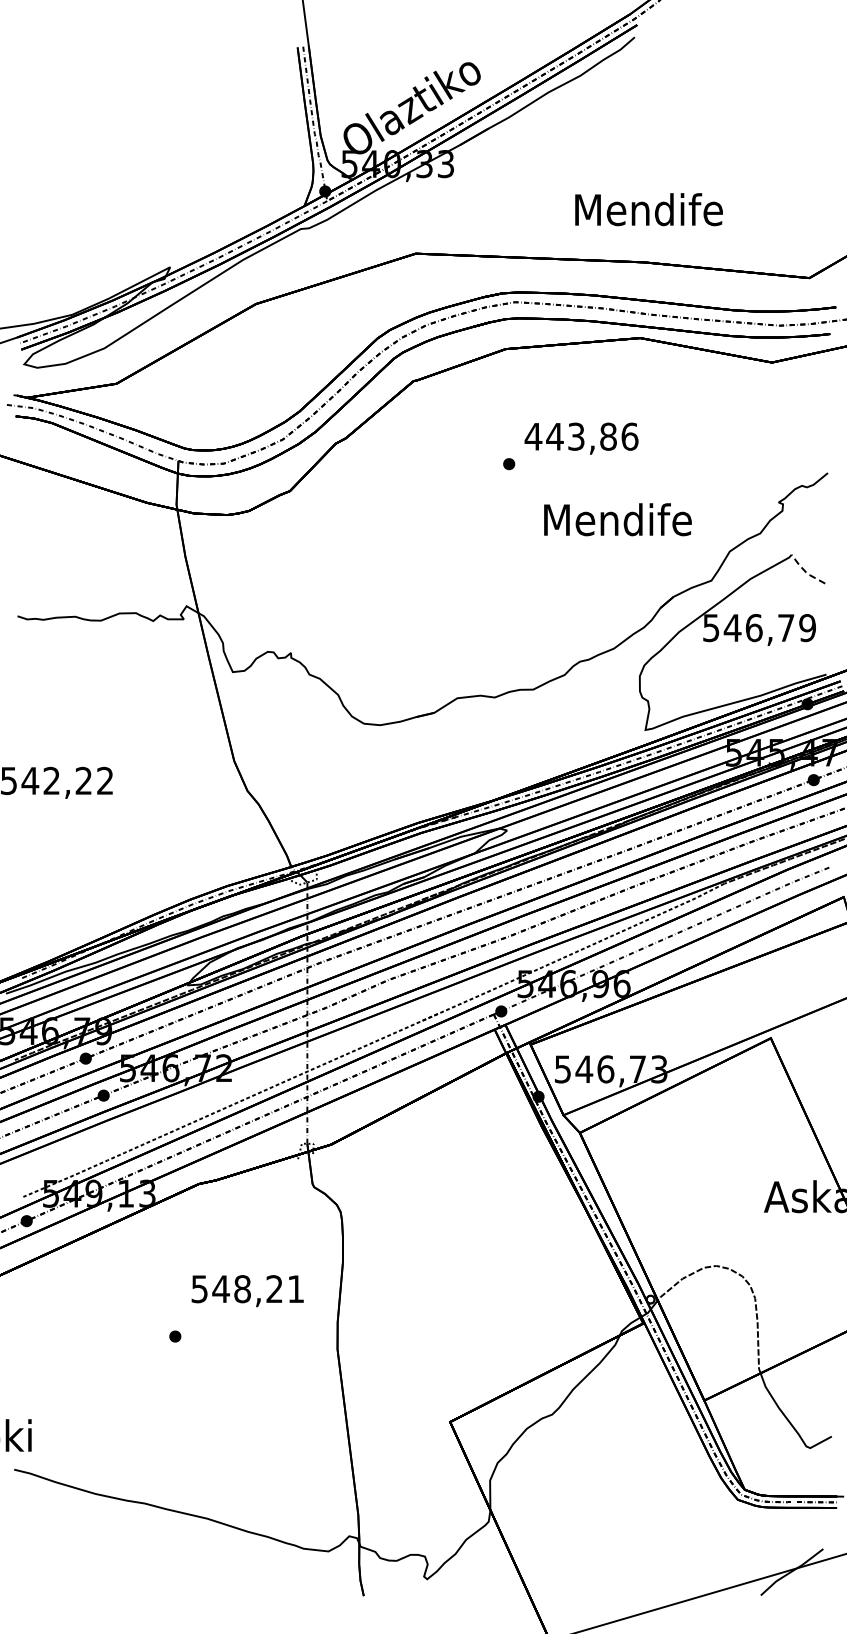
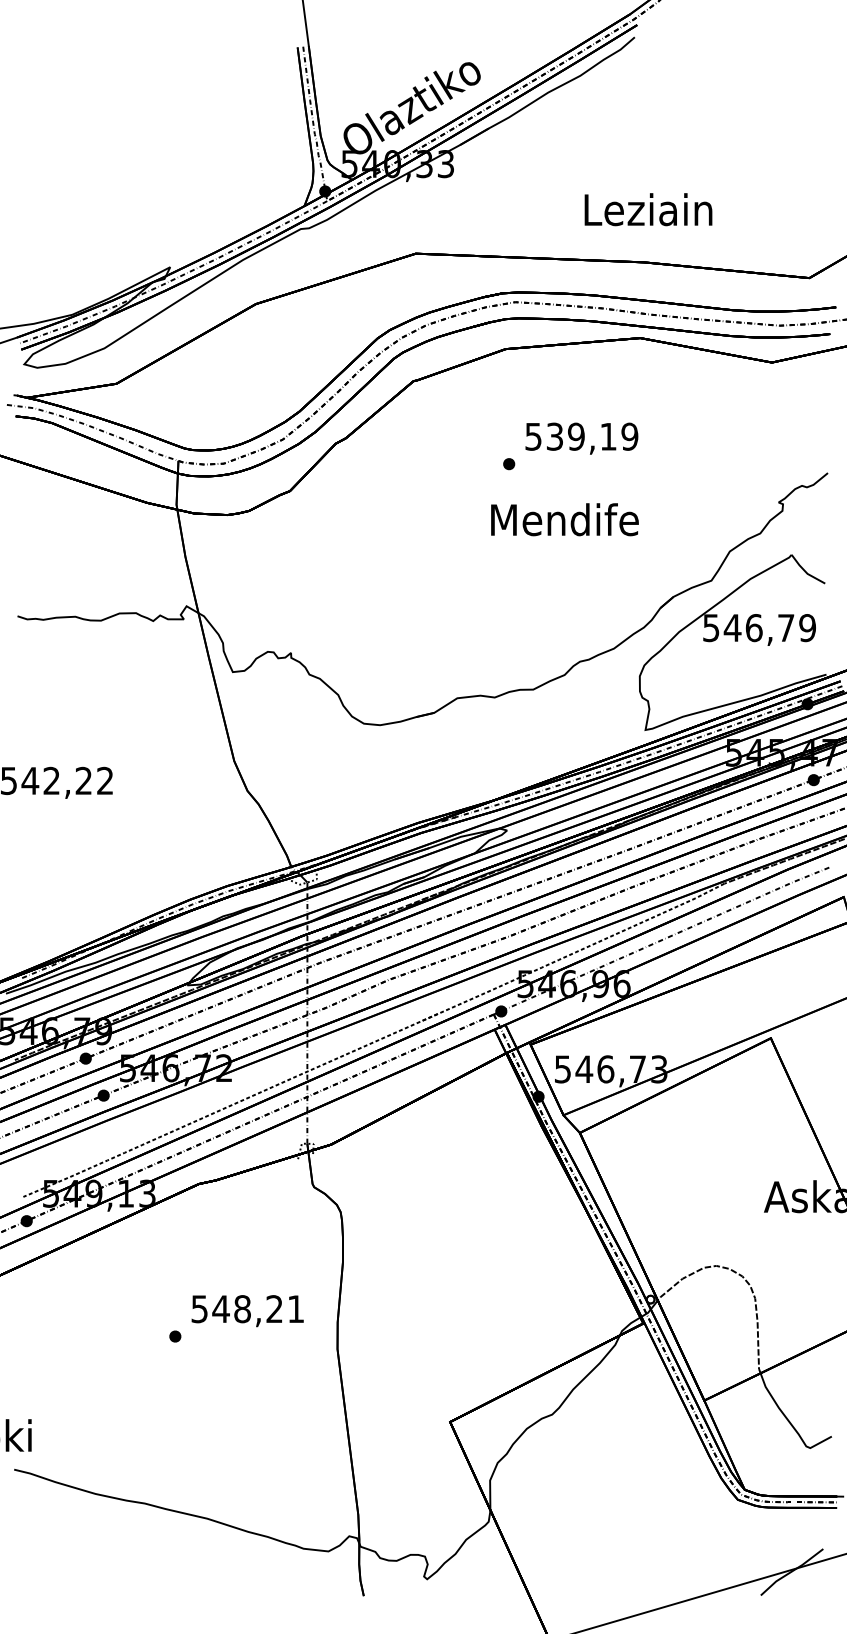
text at (648, 209): Mendife -> Leziain
text at (581, 436): 443,86 -> 539,19
text at (617, 519) position: (617, 519) -> (564, 519)
line at (805, 571): dashed -> solid
text at (247, 1291) position: (247, 1291) -> (247, 1311)
